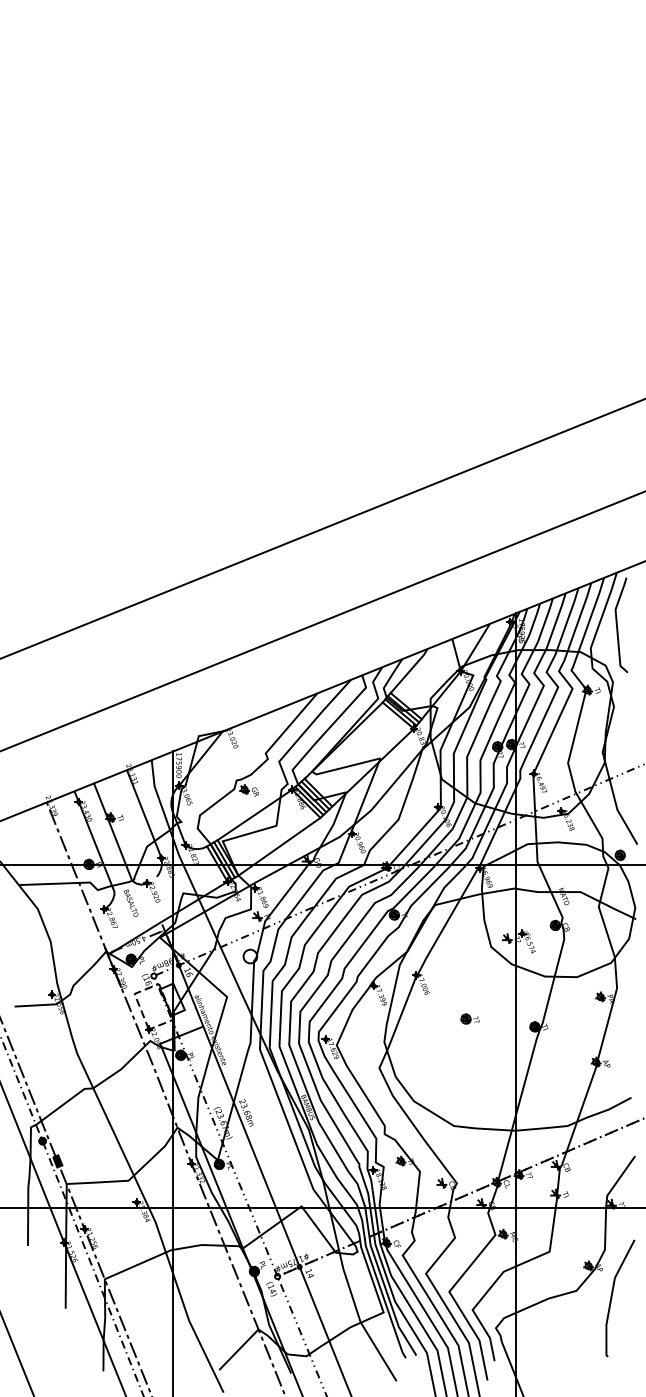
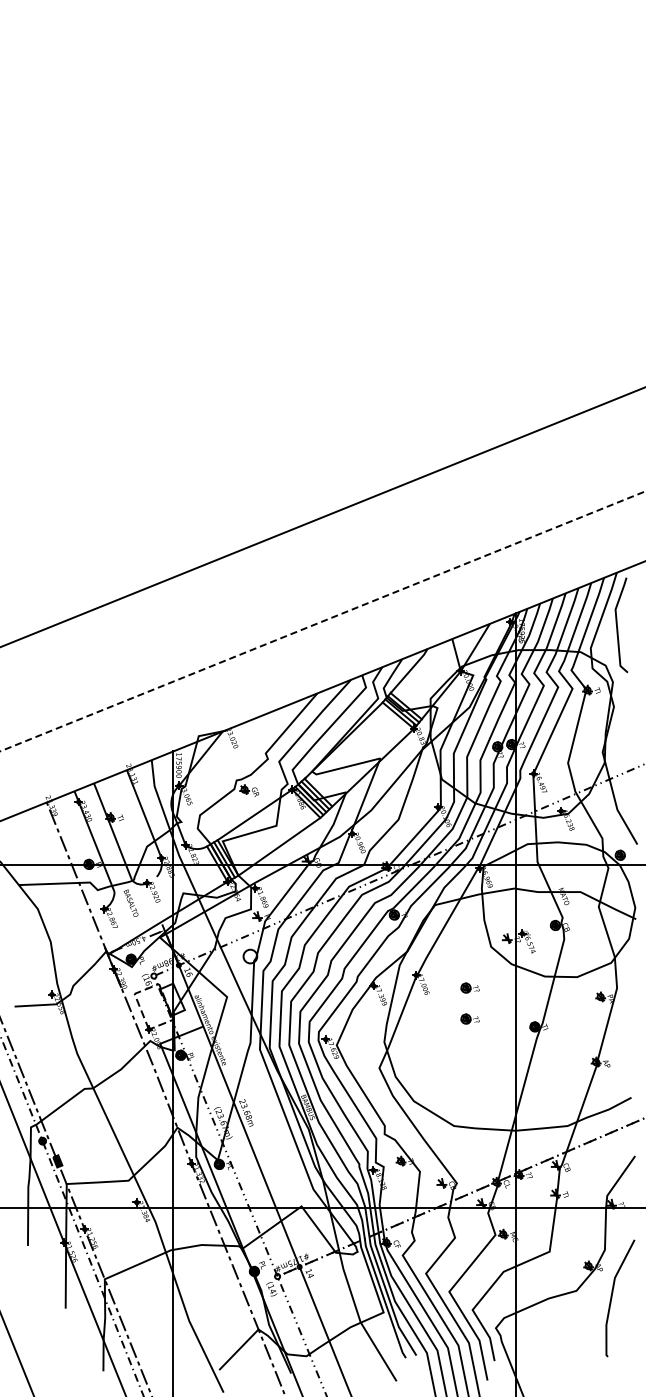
line at (322, 529) position: (322, 529) -> (322, 517)
line at (322, 621): solid -> dashed
part at (469, 987): none -> present
